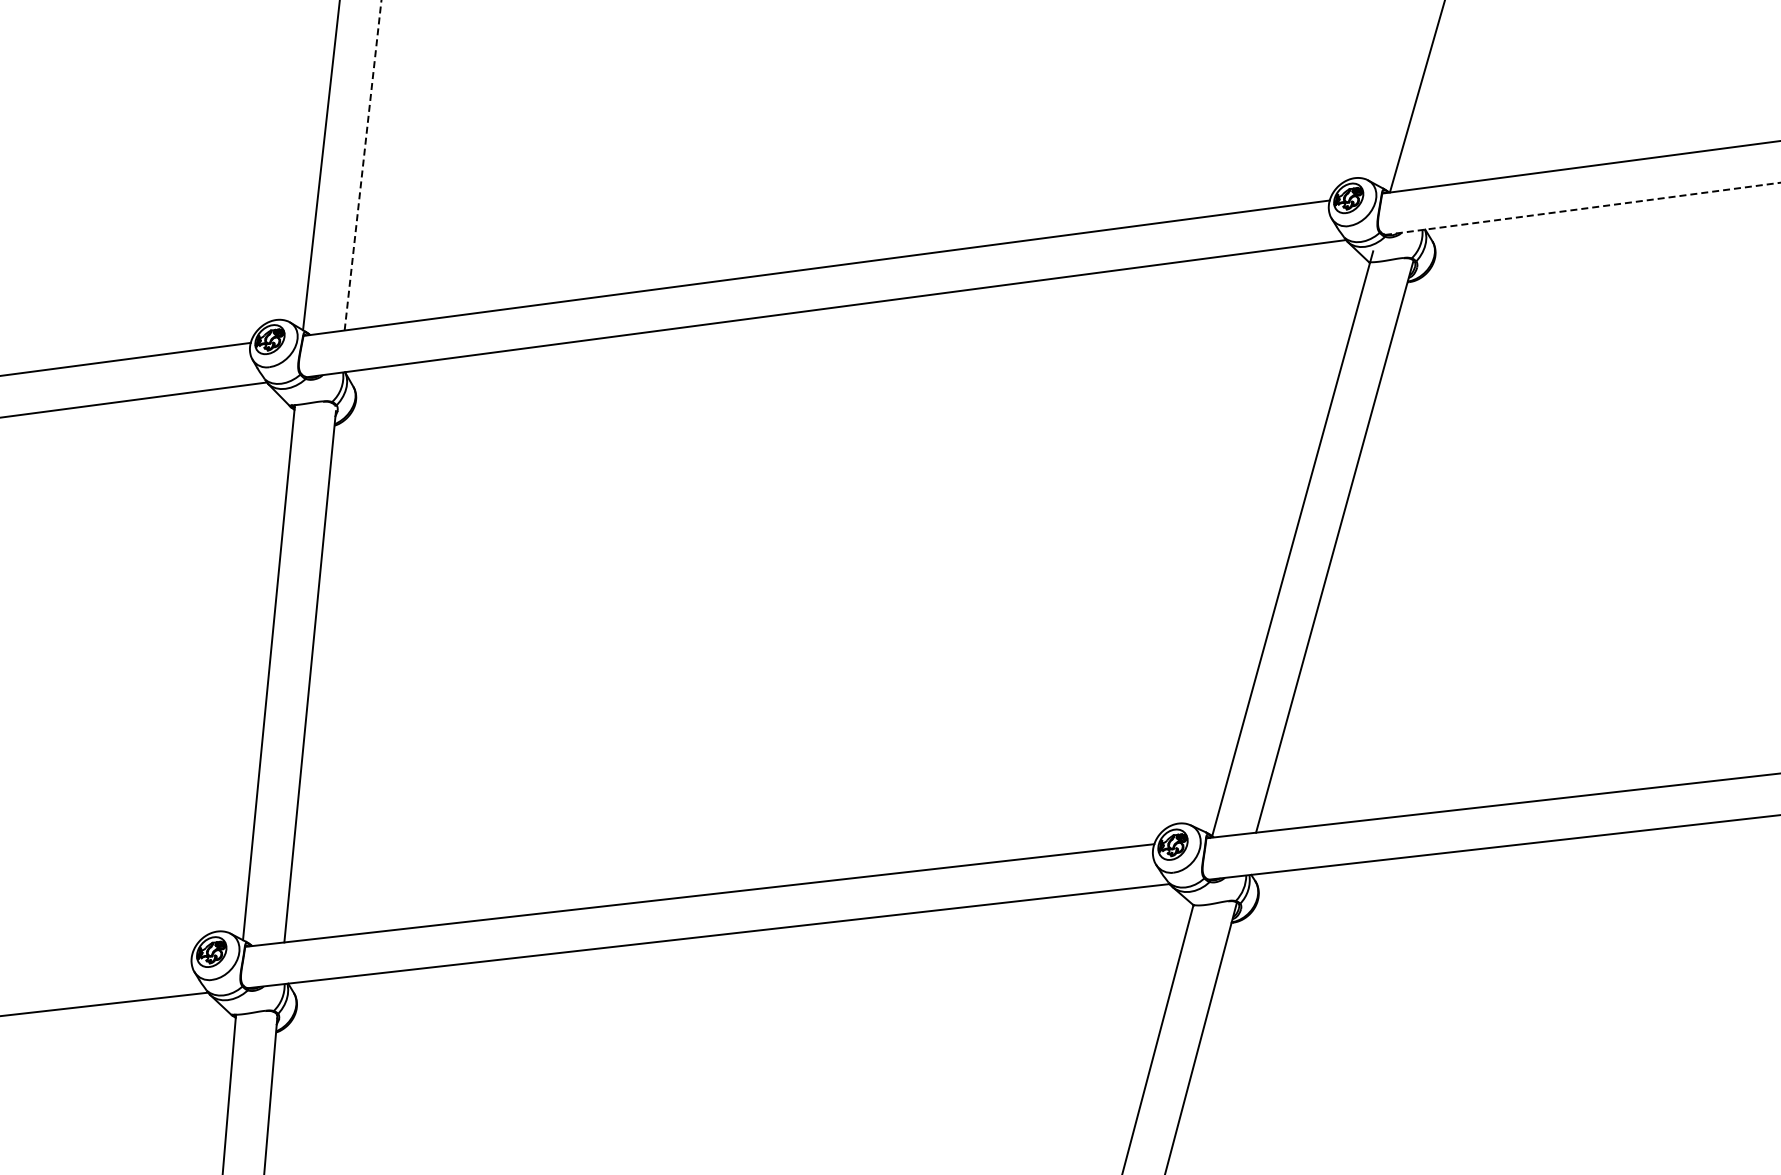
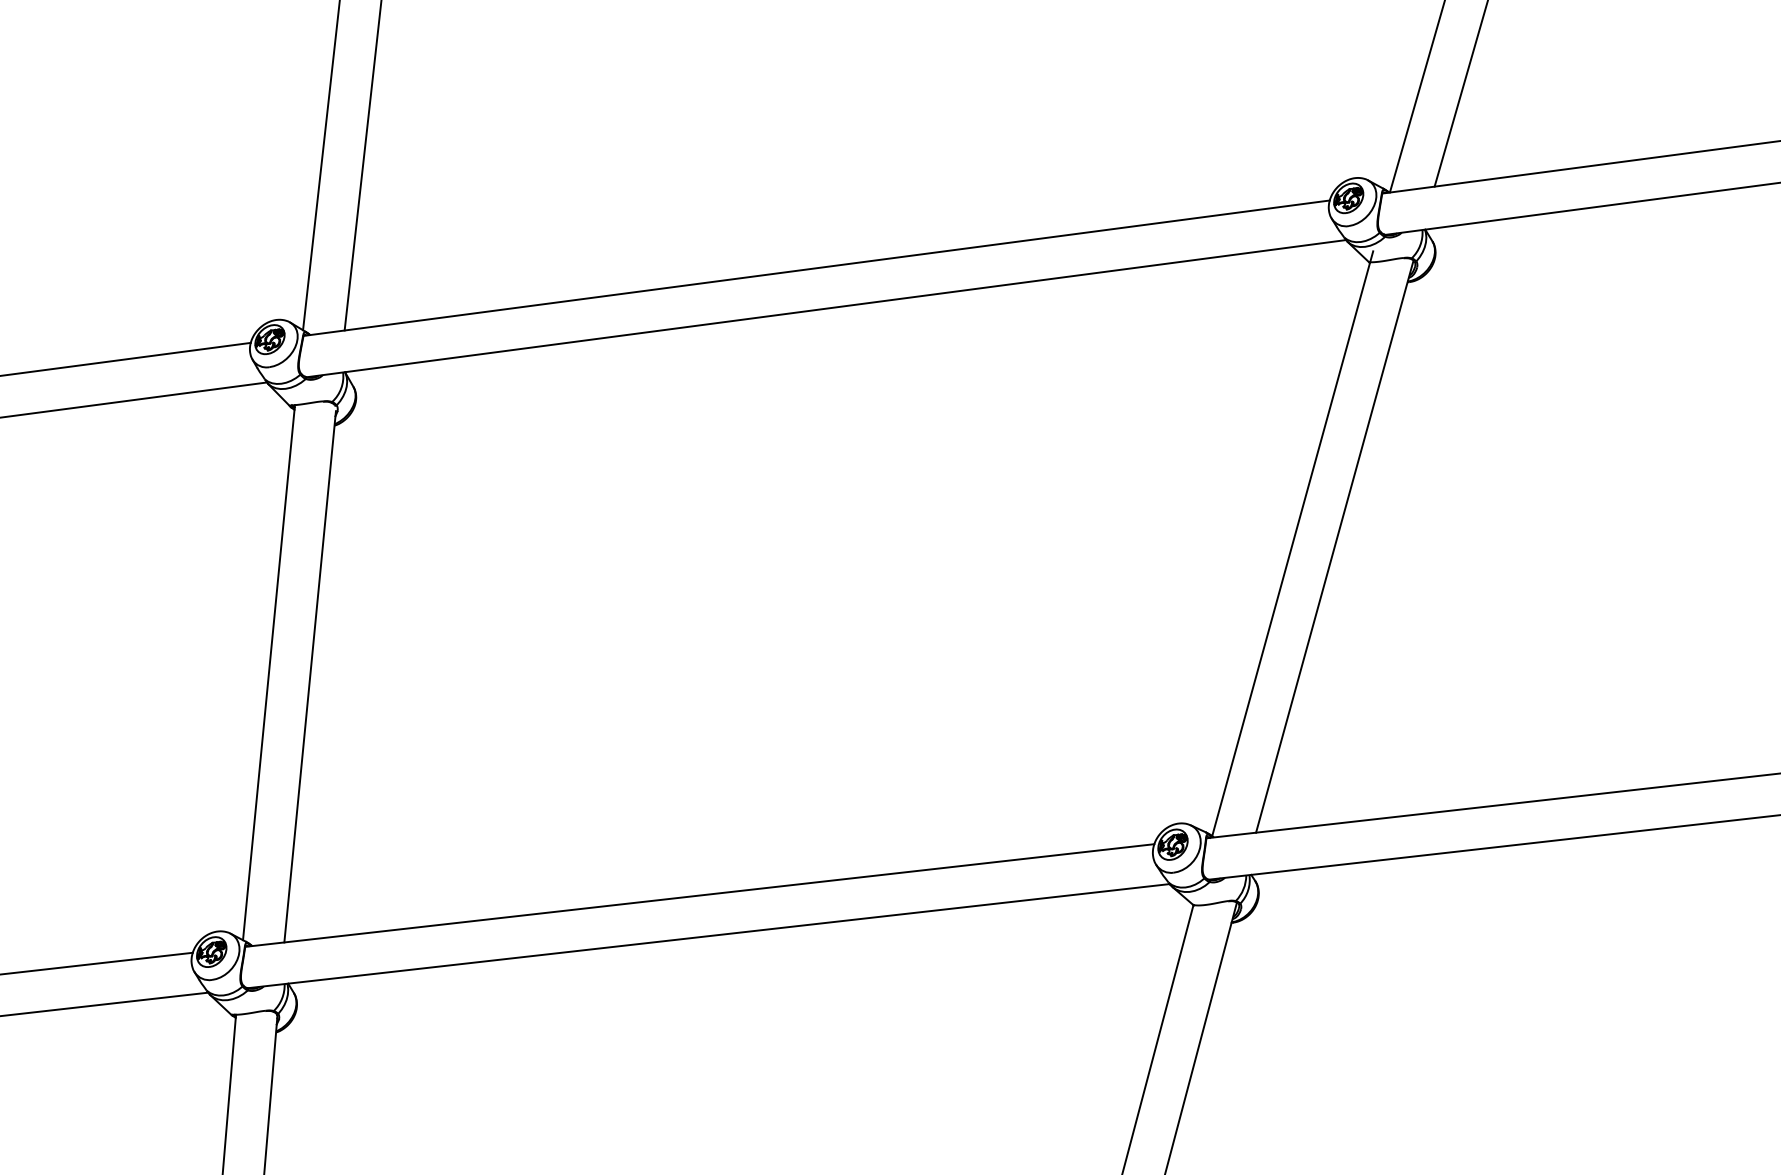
line at (1460, 94): none -> present
line at (363, 165): dashed -> solid
line at (1583, 208): dashed -> solid
line at (97, 963): none -> present
